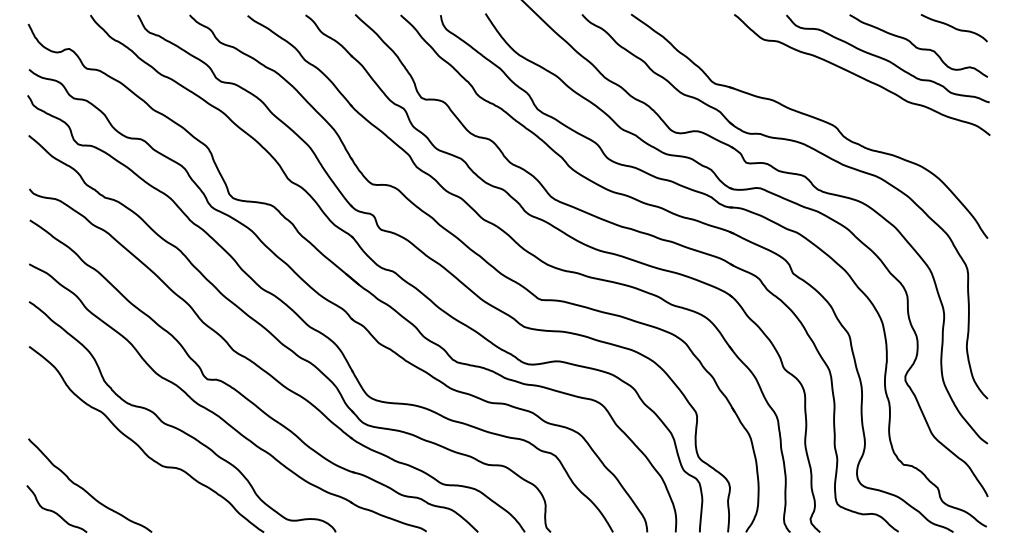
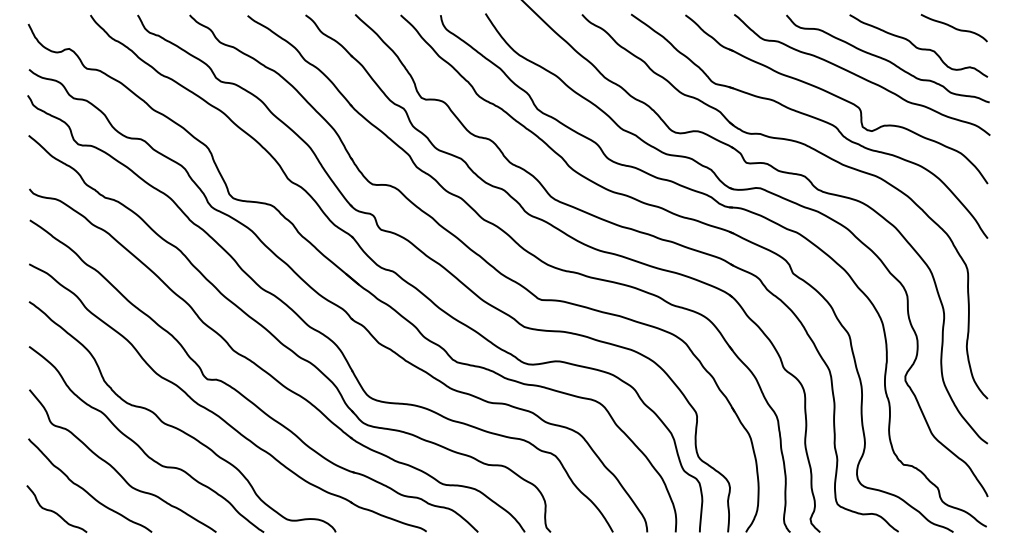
part at (836, 99): none -> present
curve at (114, 467): none -> present
